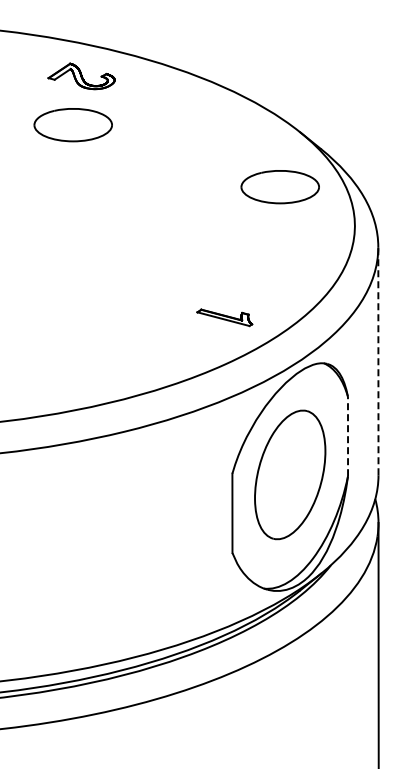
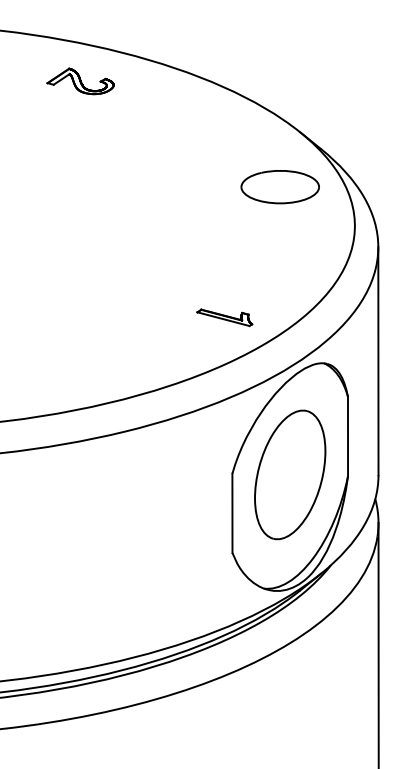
part at (81, 76) position: (81, 76) -> (80, 81)
part at (72, 125): present -> none
line at (378, 360): dashed -> solid
line at (348, 436): dashed -> solid
